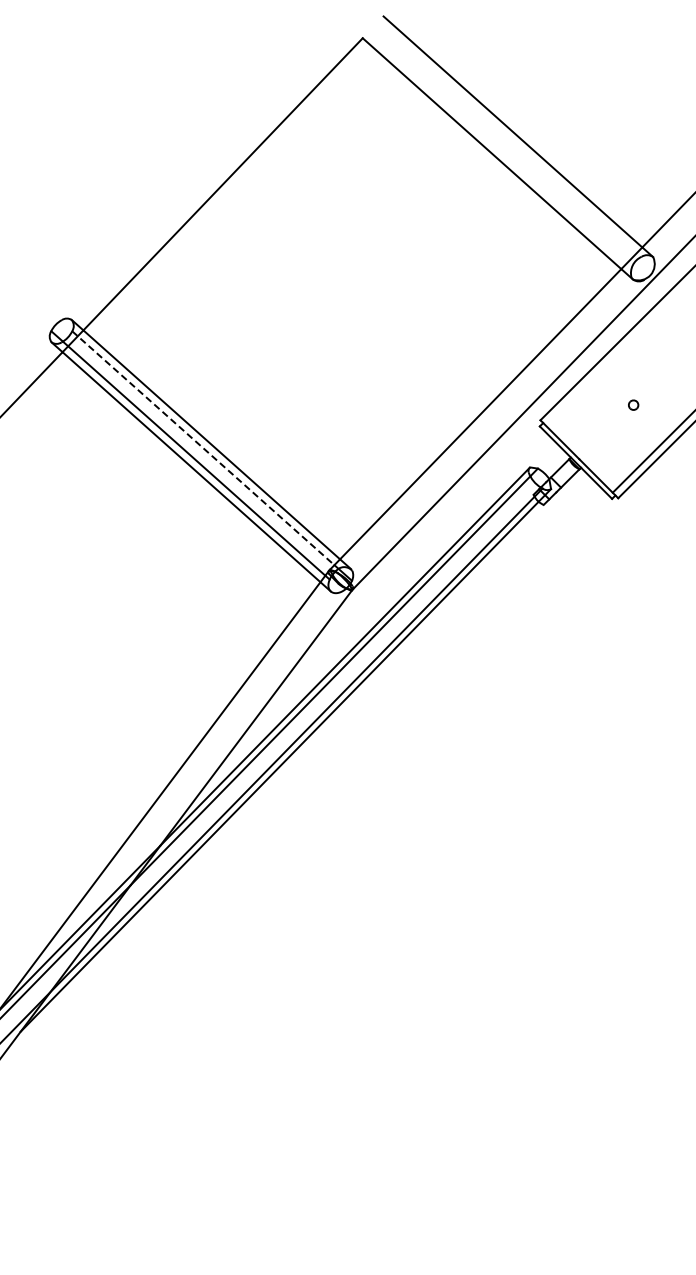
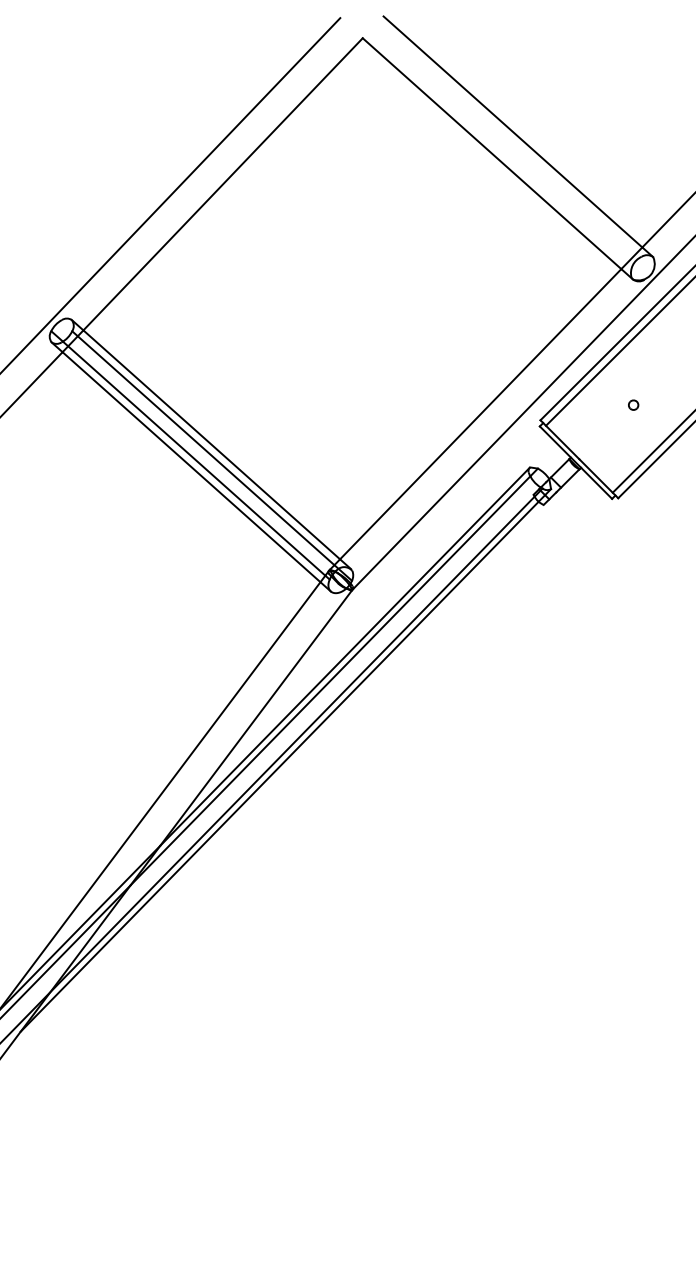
line at (171, 194): none -> present
line at (618, 352): none -> present
line at (203, 448): dashed -> solid
